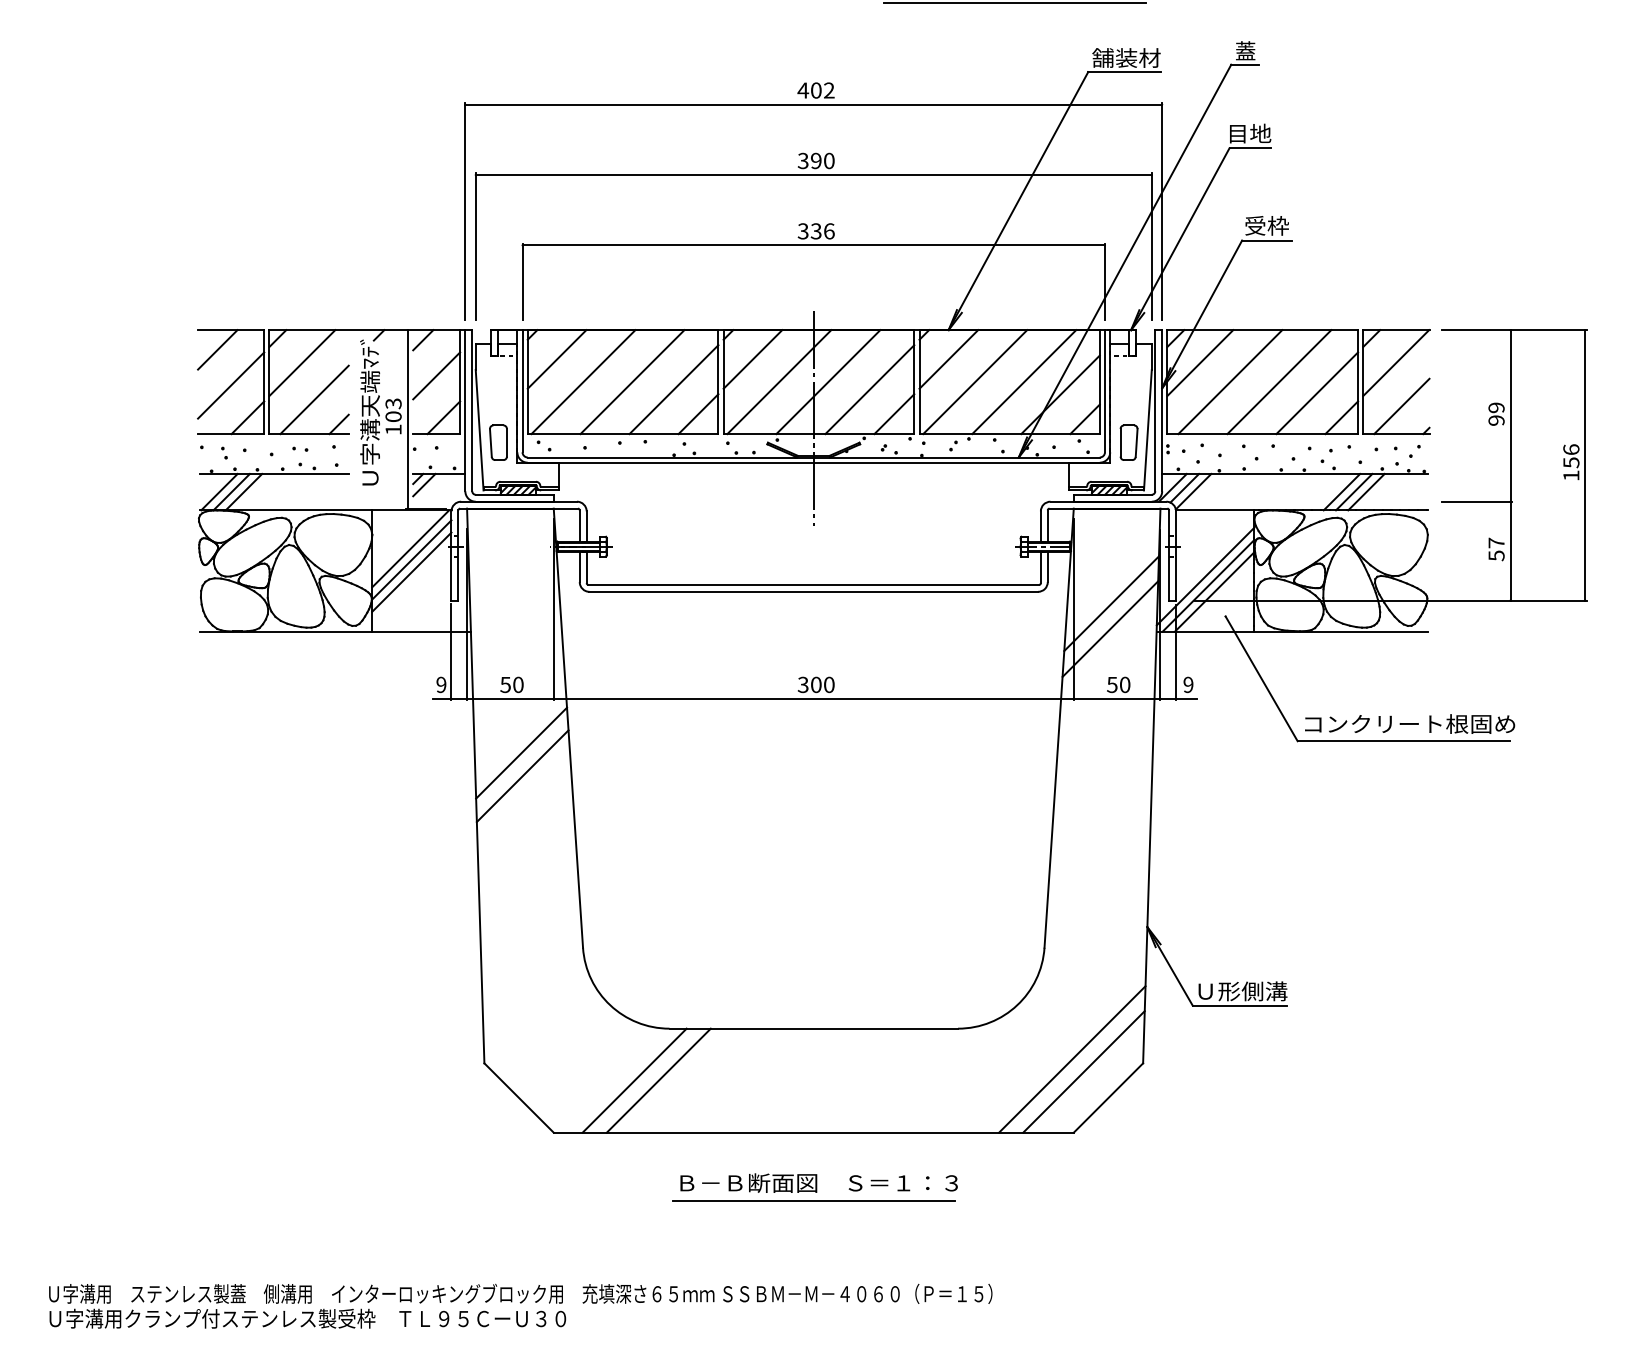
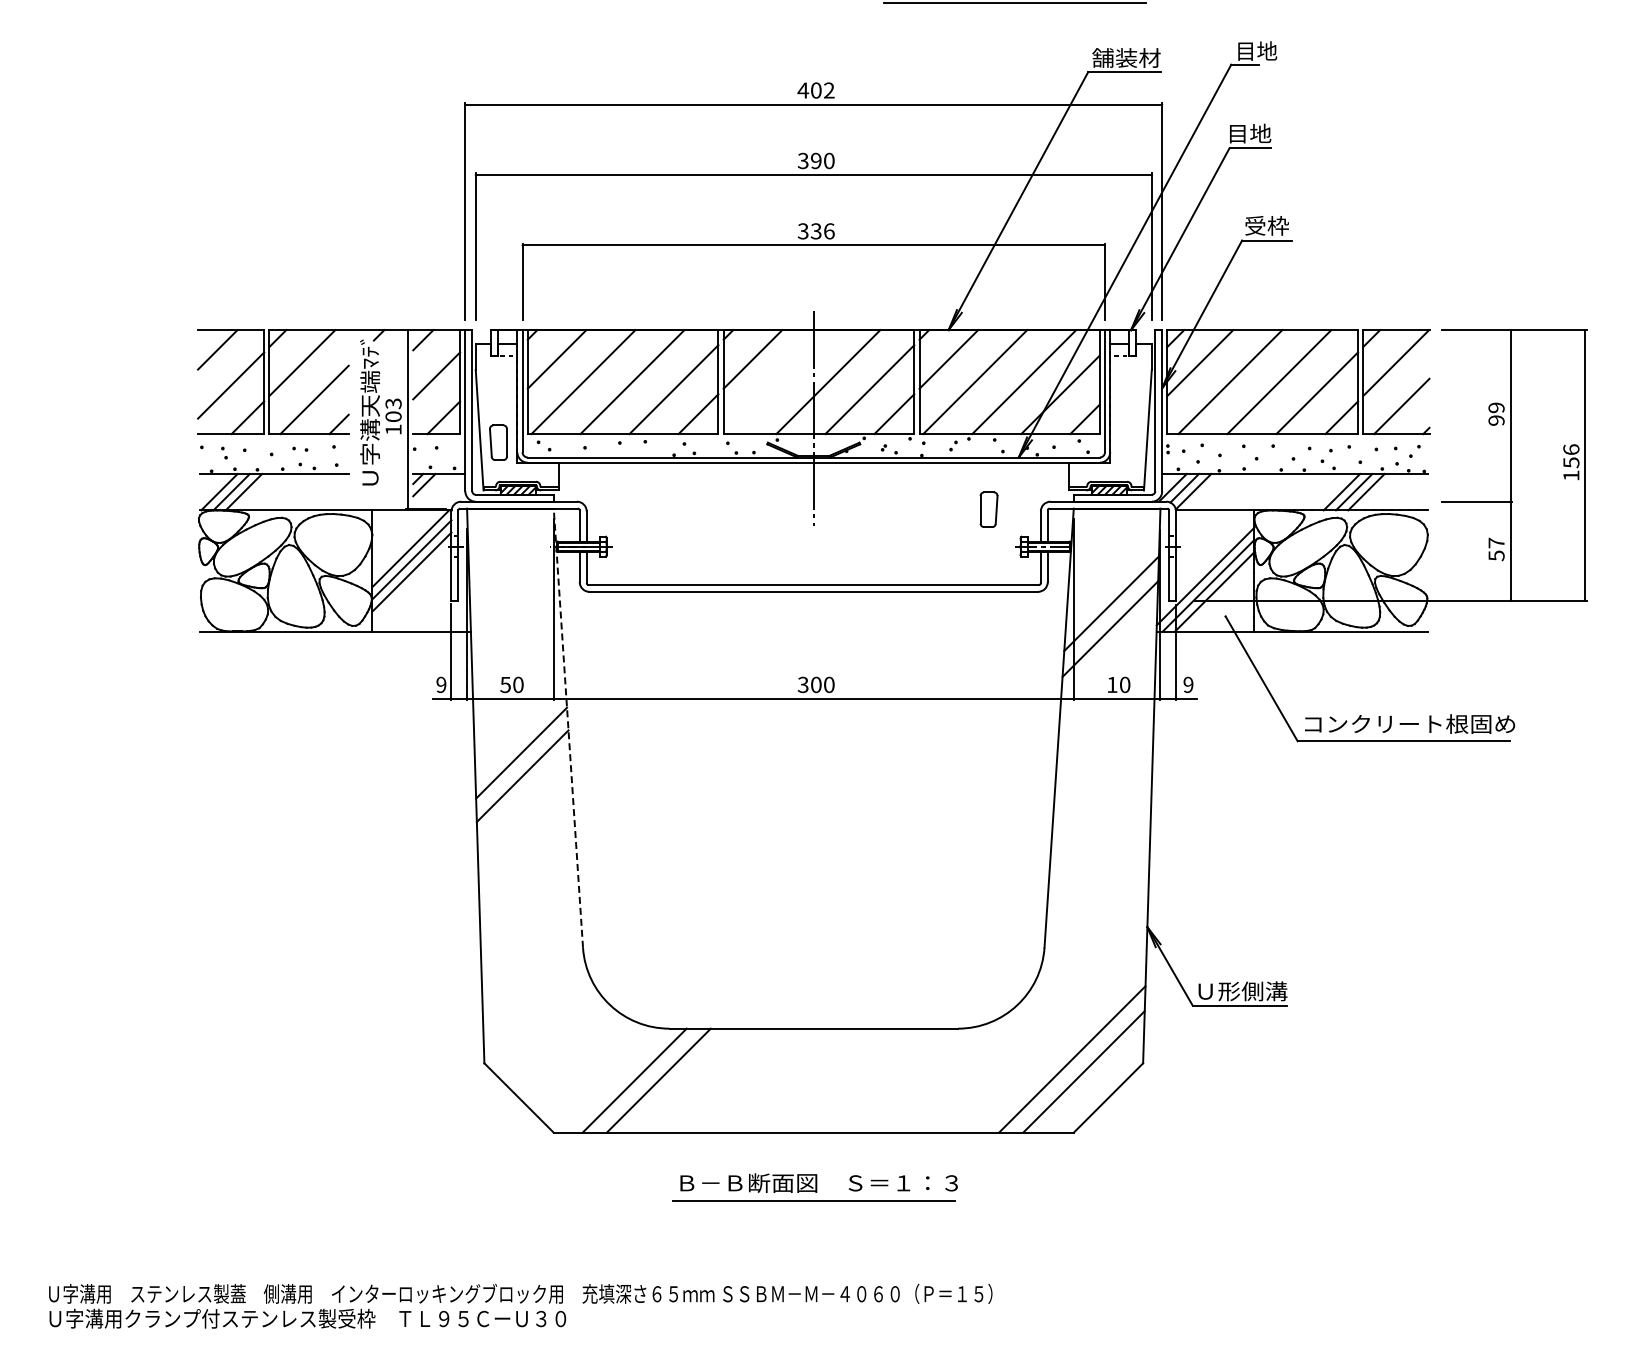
text at (1256, 50): 蓋 -> 目地
line at (779, 382): present -> none
part at (1128, 442) position: (1128, 442) -> (988, 509)
text at (1112, 685): 50 -> 10
line at (568, 727): solid -> dashed
